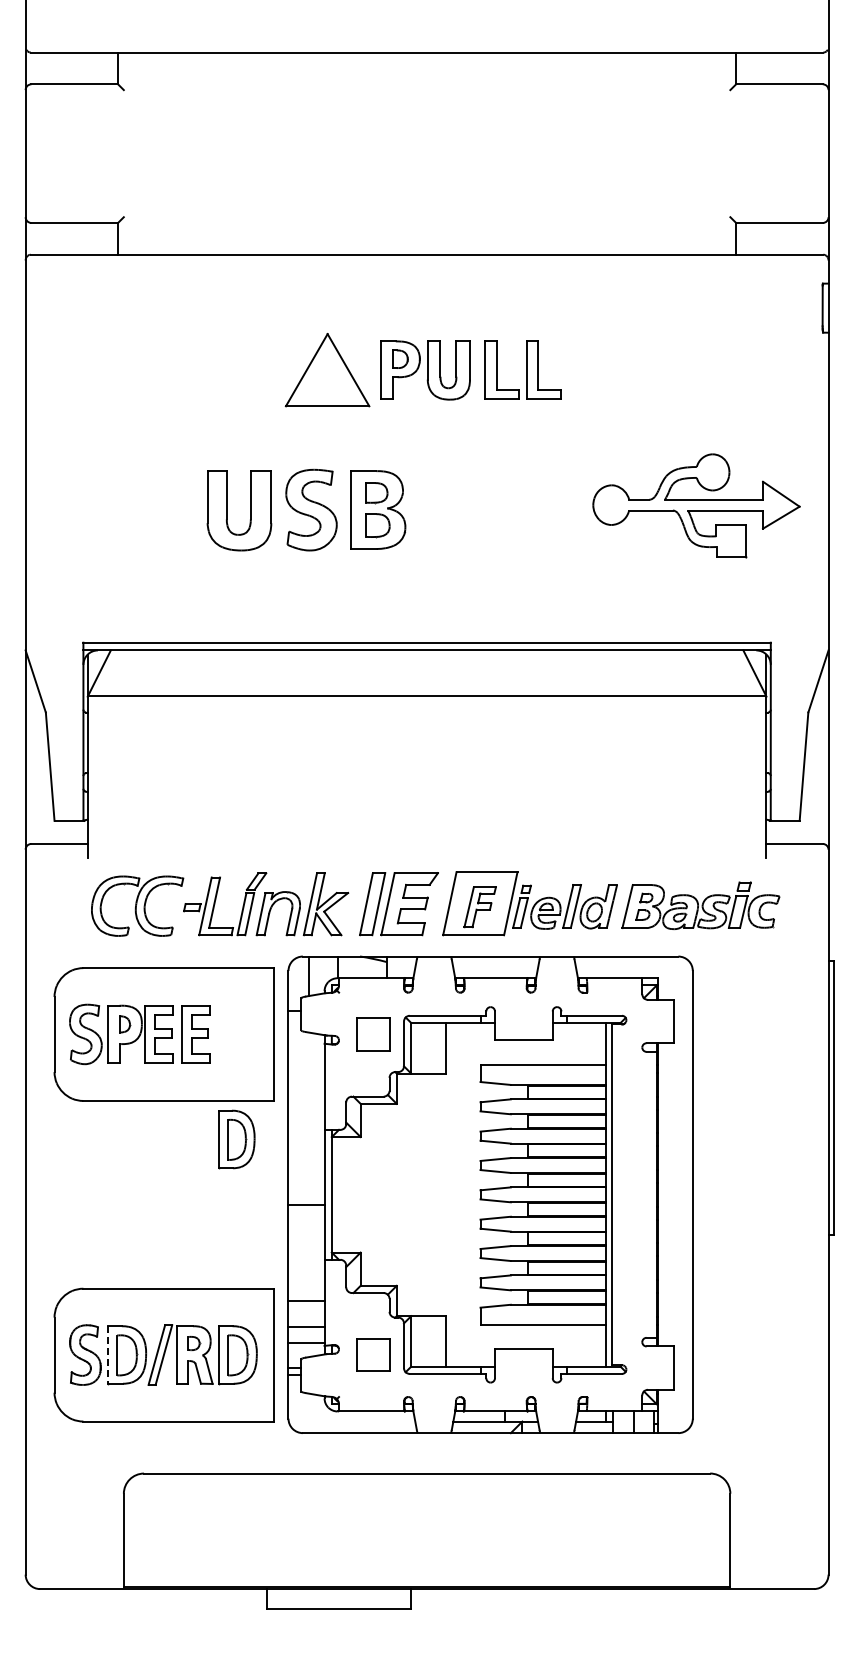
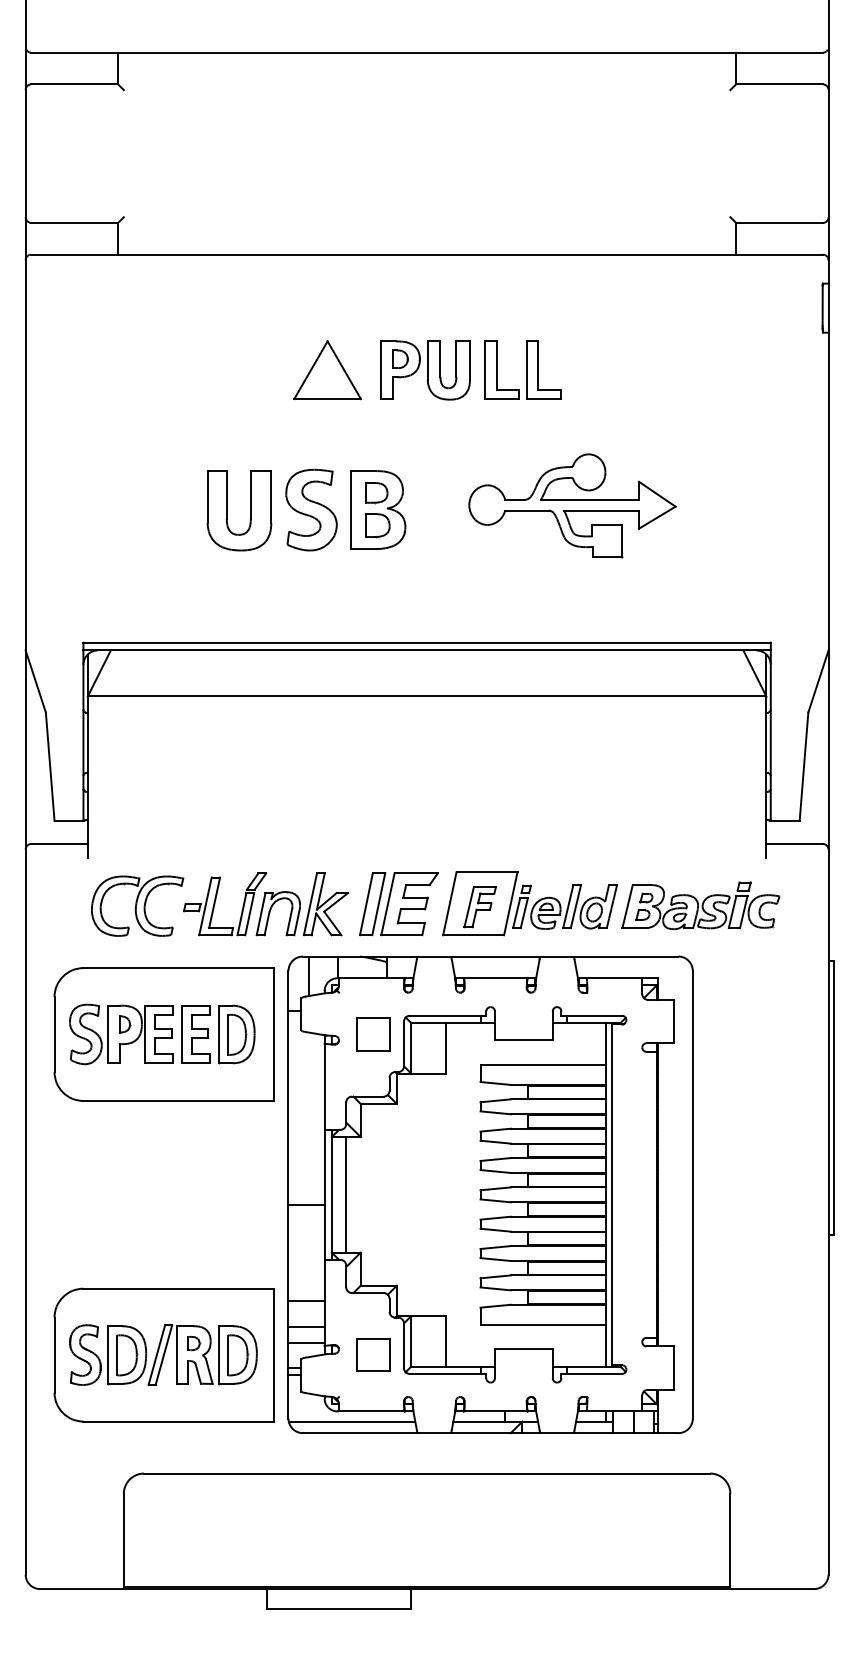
part at (327, 370) size: 87x75 px -> 69x61 px
part at (696, 505) position: (696, 505) -> (572, 505)
part at (236, 1139) position: (236, 1139) -> (236, 1034)
line at (346, 1194): none -> present
line at (108, 1354): dashed -> solid
line at (351, 1421): none -> present
